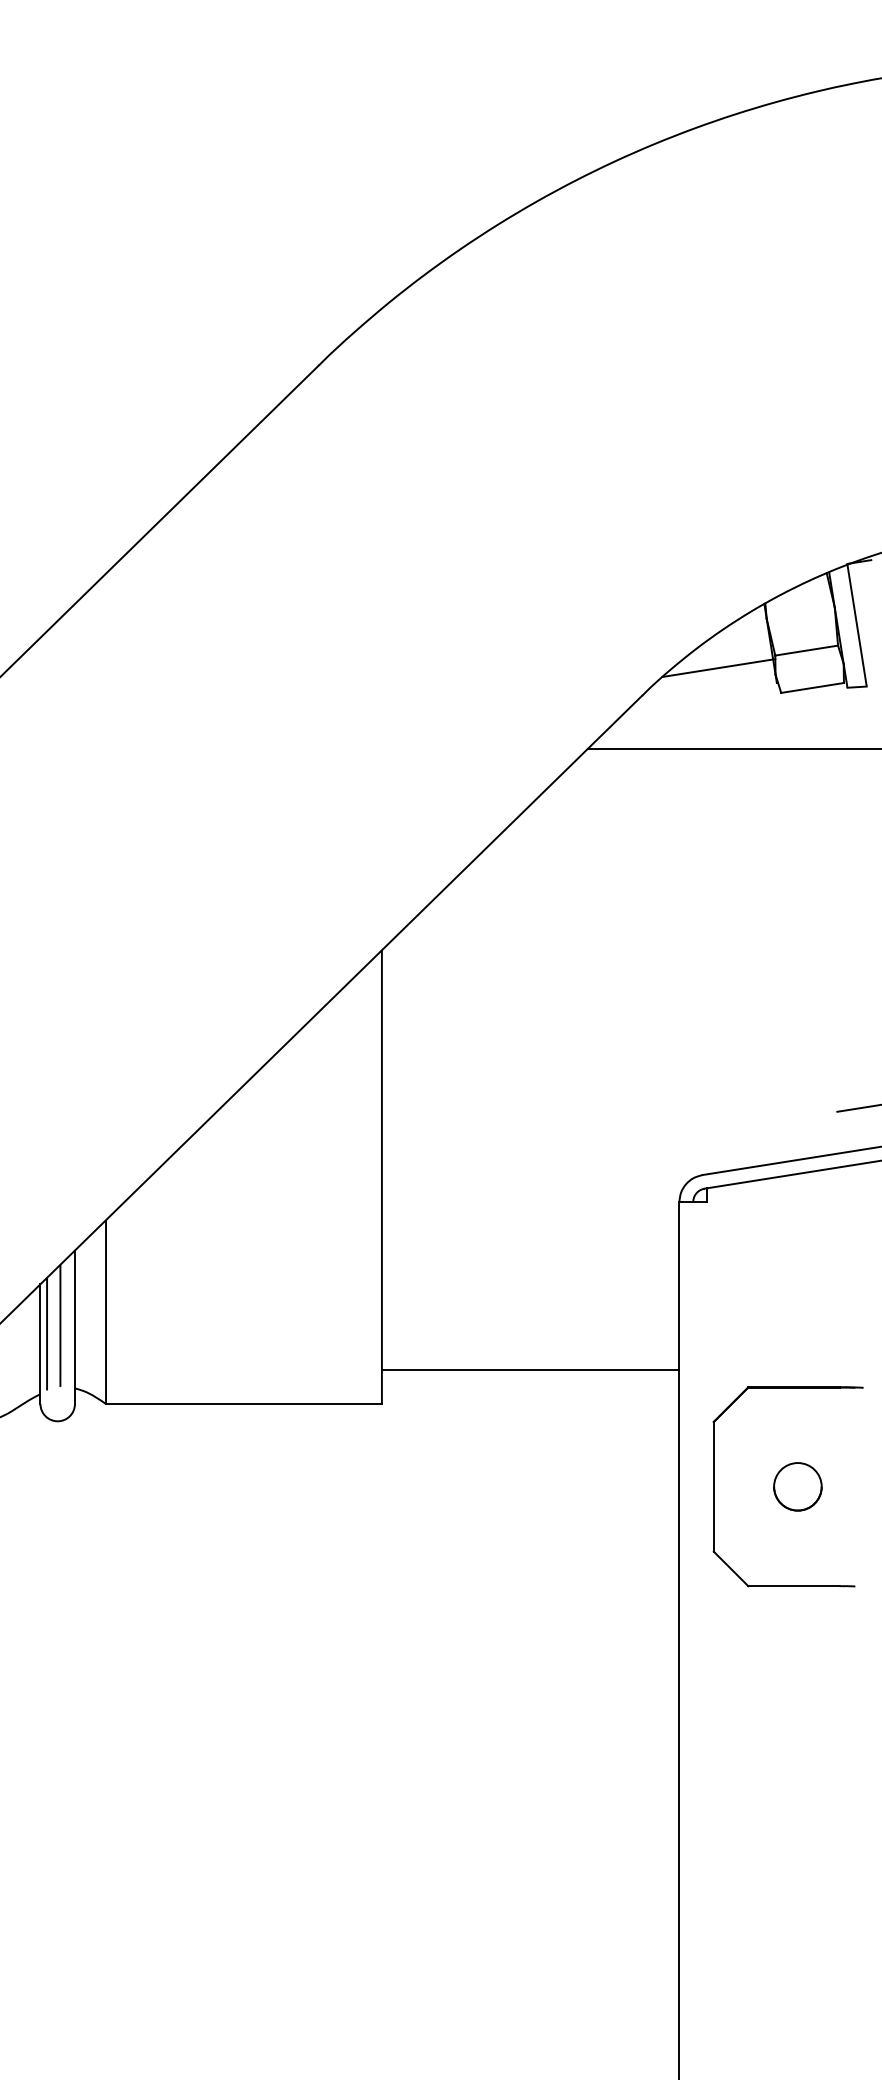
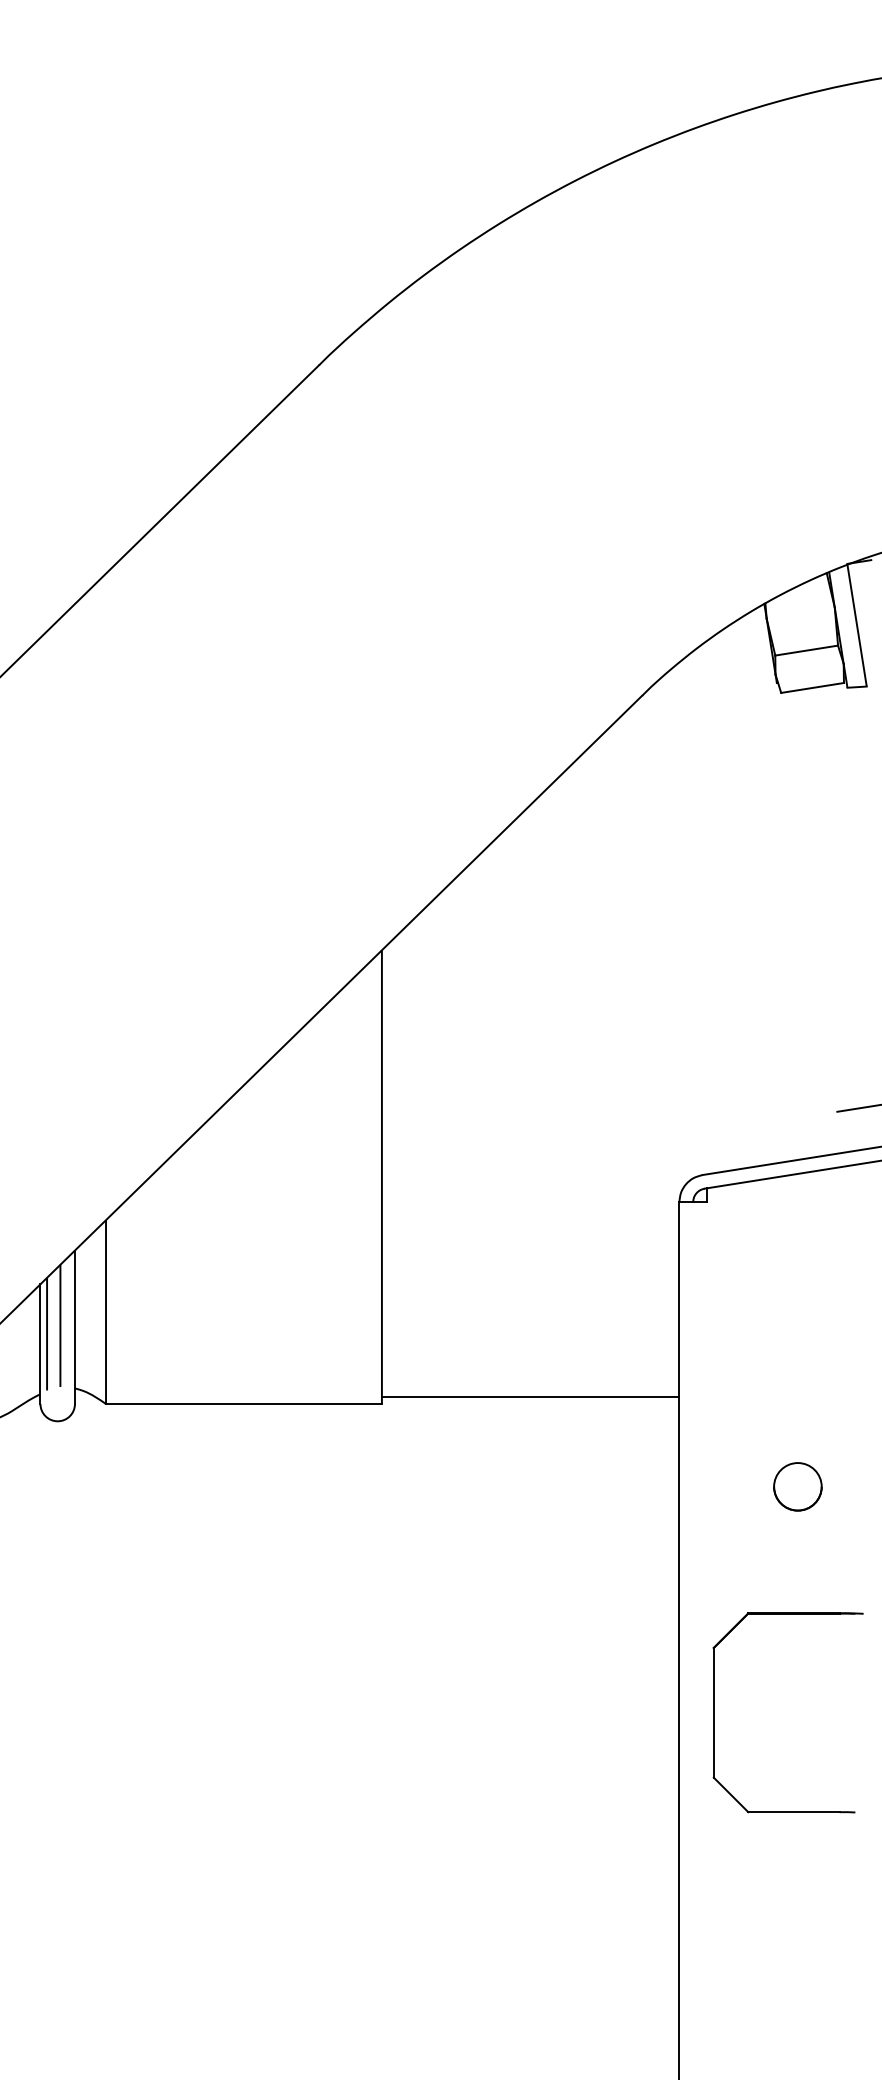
line at (718, 667): present -> none
line at (732, 748): present -> none
line at (530, 1369) position: (530, 1369) -> (530, 1396)
part at (714, 1486) position: (714, 1486) -> (714, 1712)
